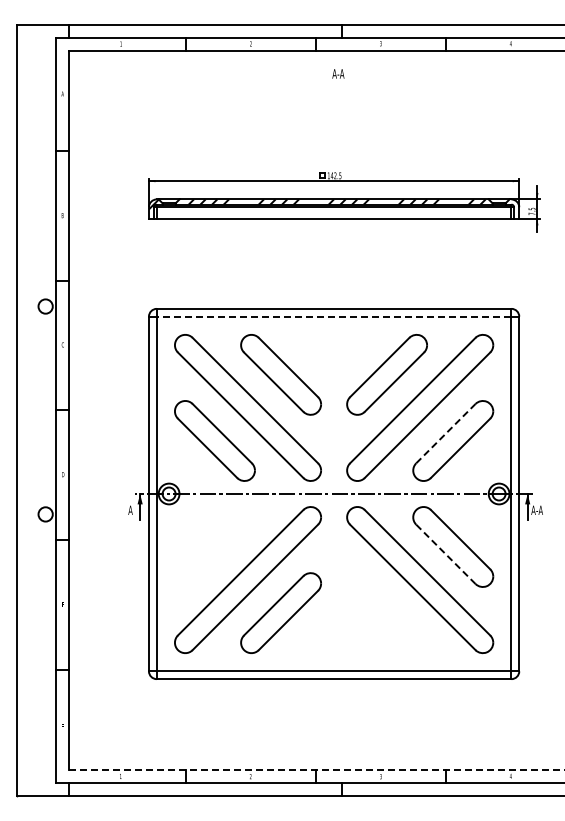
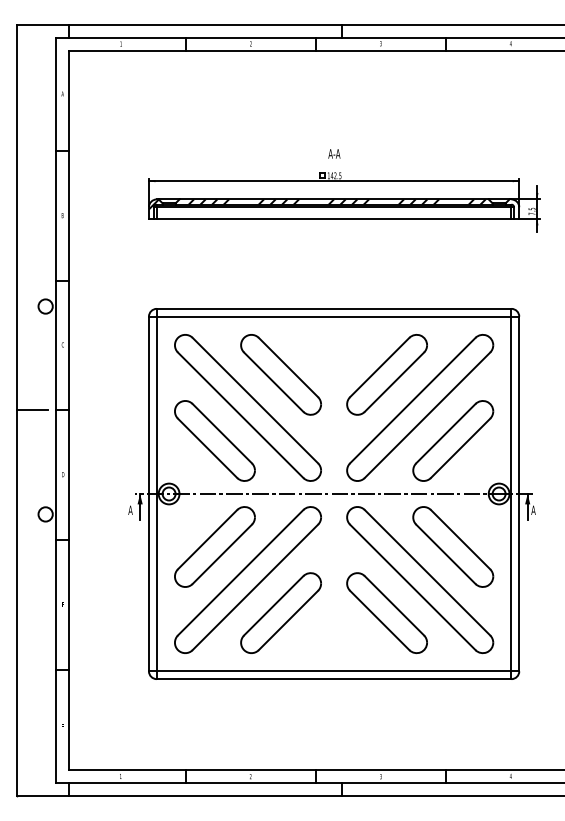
text at (338, 73) position: (338, 73) -> (334, 153)
line at (333, 316): dashed -> solid
line at (32, 410): none -> present
line at (445, 433): dashed -> solid
text at (539, 509): A-A -> A
part at (214, 546): none -> present
line at (445, 554): dashed -> solid
part at (386, 613): none -> present
line at (316, 770): dashed -> solid
